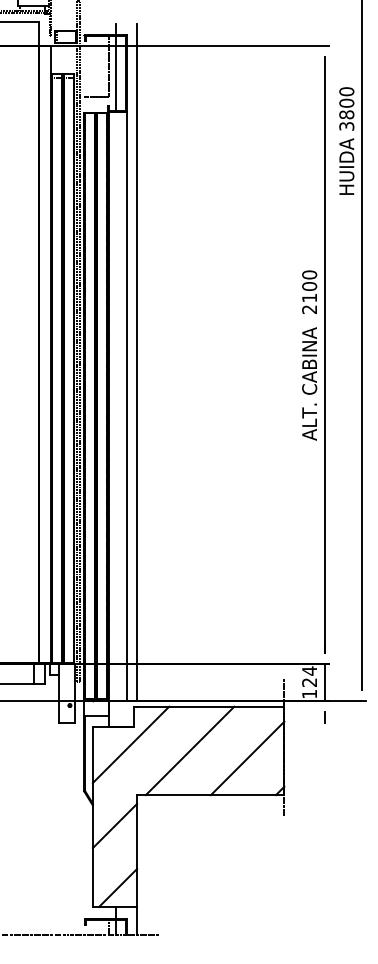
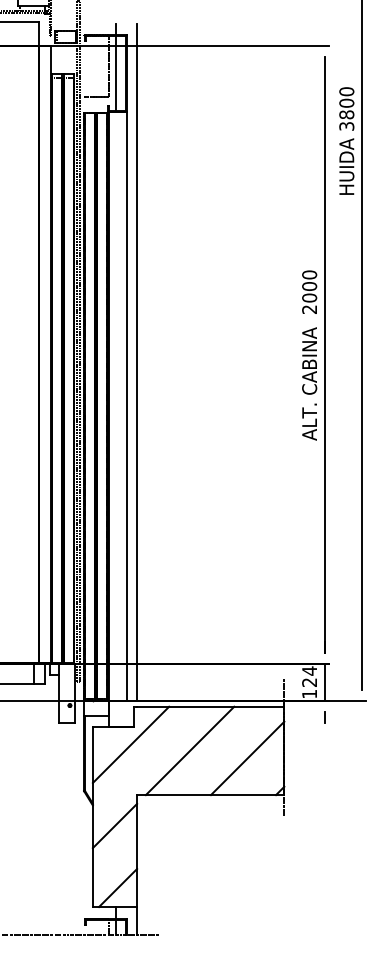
text at (309, 297): 2100 -> 2000
